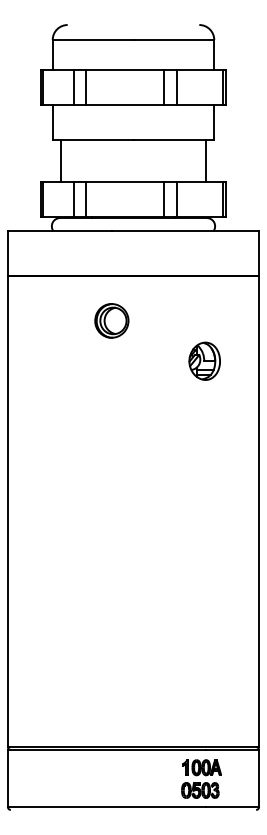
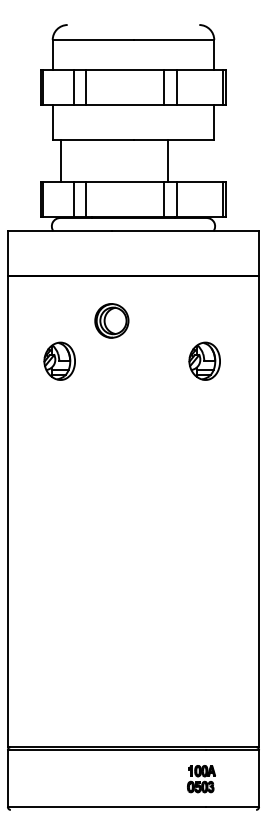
line at (206, 161) position: (206, 161) -> (168, 161)
part at (59, 360): none -> present
part at (201, 778) size: 41x40 px -> 29x29 px
